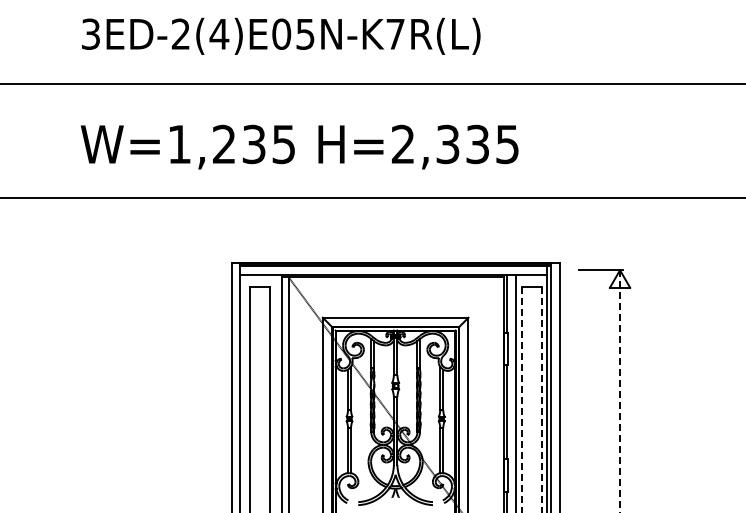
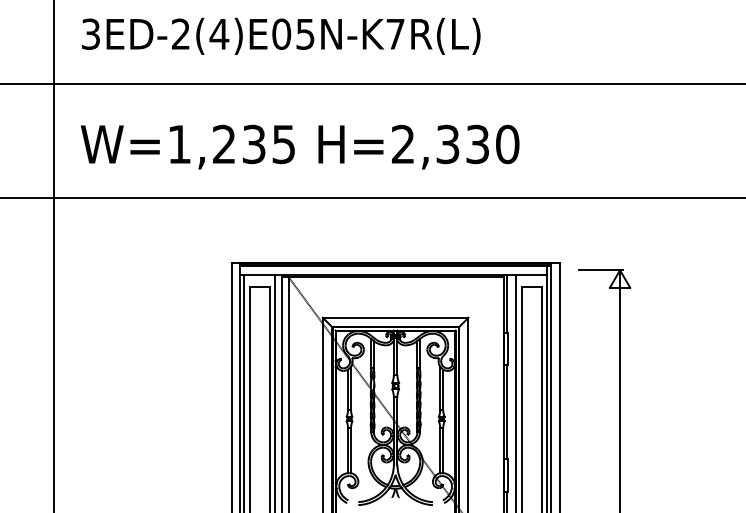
text at (507, 144): H=2,335 -> H=2,330
line at (53, 255): none -> present
line at (244, 392): none -> present
line at (275, 392): none -> present
line at (620, 392): dashed -> solid
line at (521, 399): dashed -> solid
line at (541, 399): dashed -> solid
